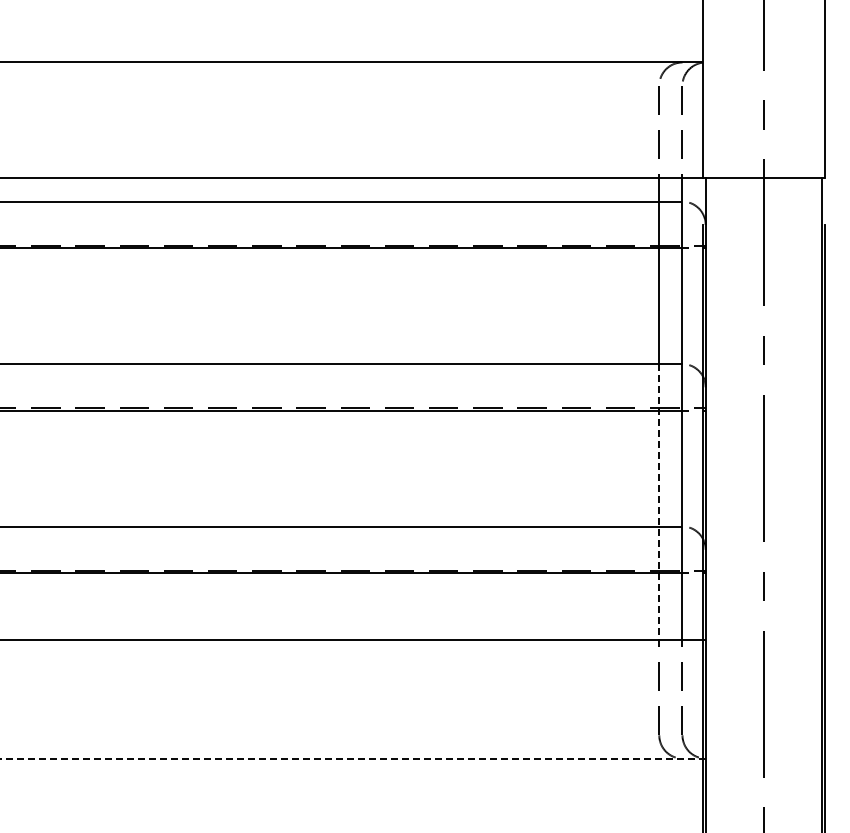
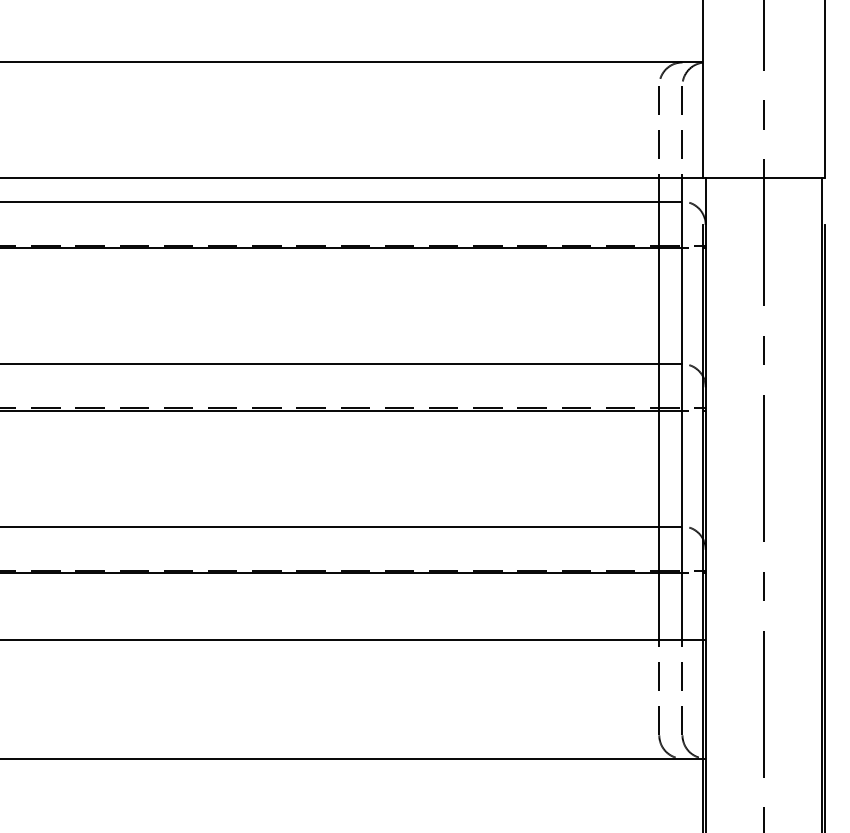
line at (659, 502): dashed -> solid
line at (352, 758): dashed -> solid
